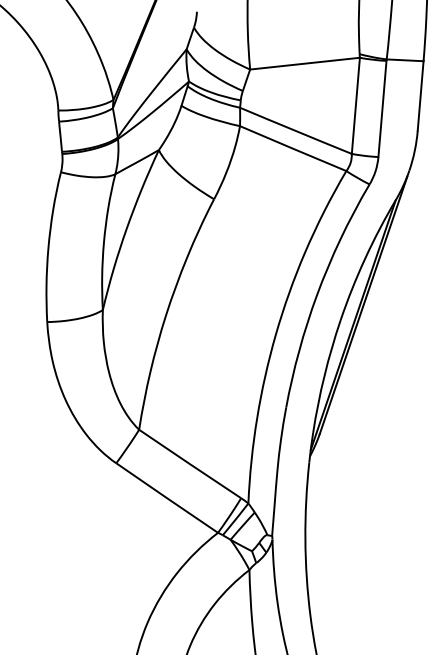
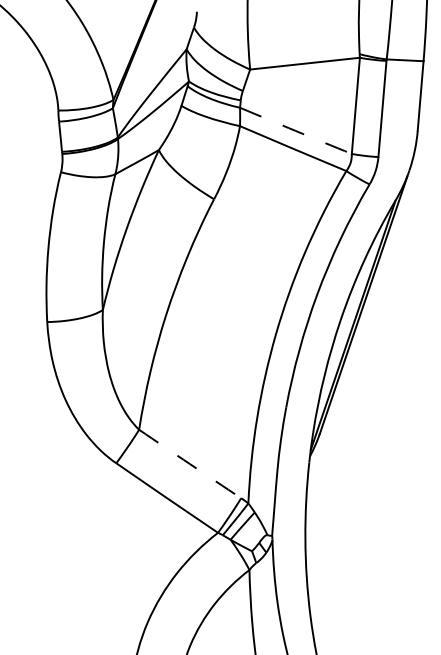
arc at (295, 131): solid -> dashed
arc at (190, 464): solid -> dashed
